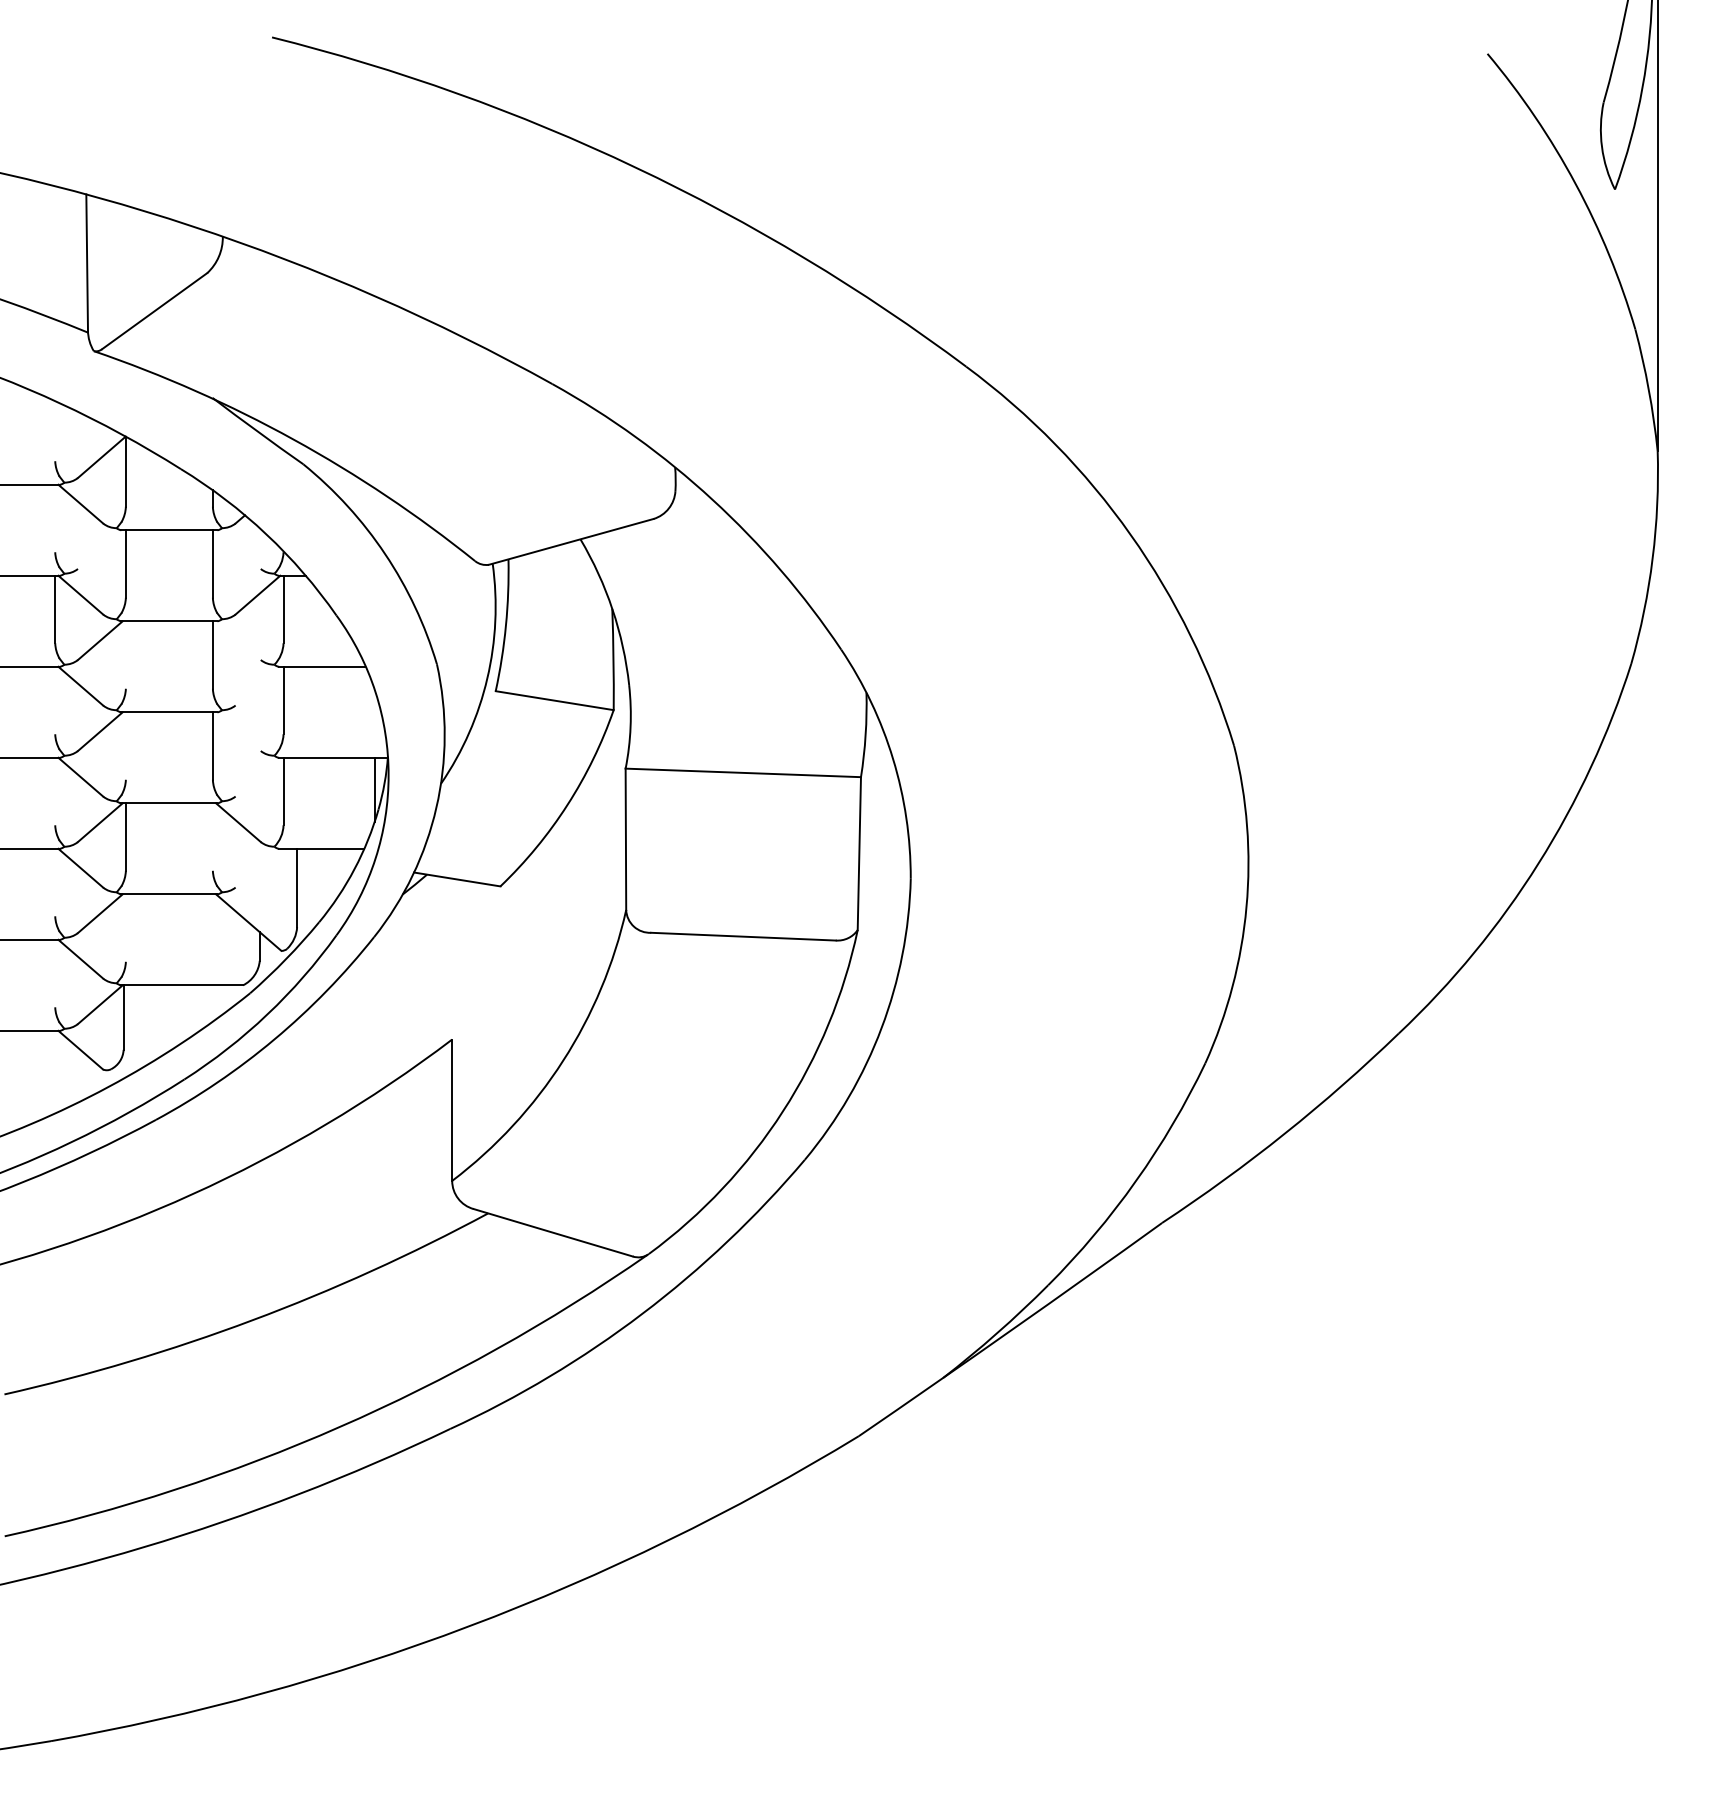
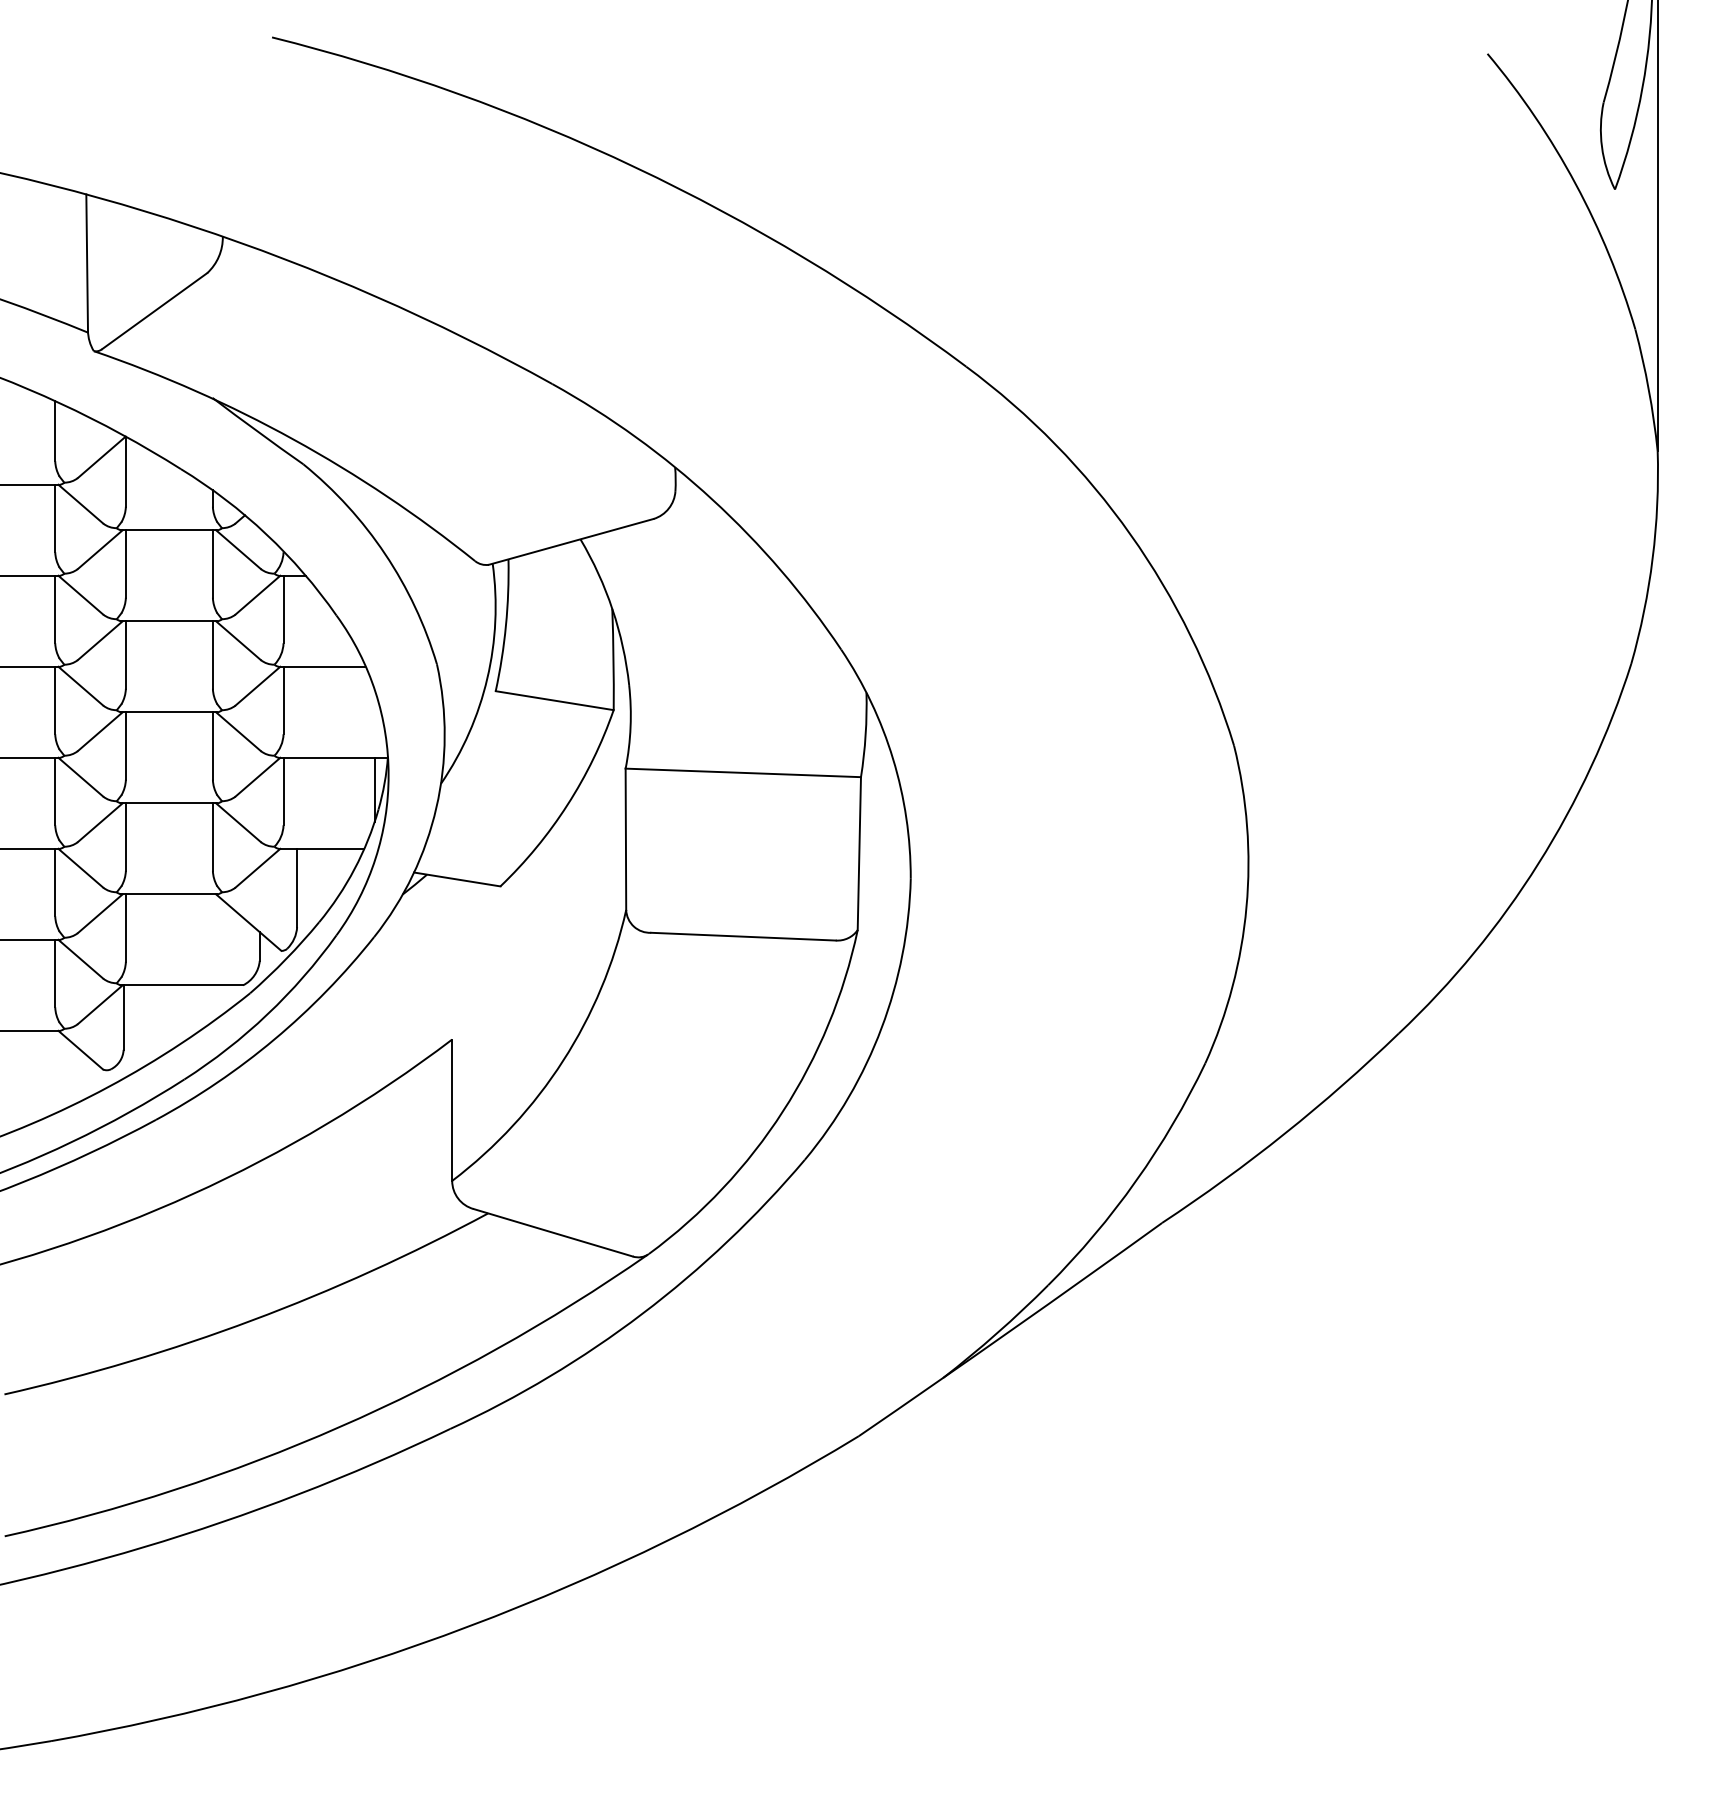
line at (55, 431): none -> present
line at (55, 518): none -> present
line at (99, 549): none -> present
line at (238, 549): none -> present
line at (238, 640): none -> present
line at (125, 654): none -> present
line at (257, 685): none -> present
line at (55, 700): none -> present
line at (238, 731): none -> present
line at (125, 745): none -> present
line at (257, 776): none -> present
line at (55, 791): none -> present
line at (212, 836): none -> present
line at (257, 867): none -> present
line at (55, 882): none -> present
line at (125, 927): none -> present
line at (55, 973): none -> present
